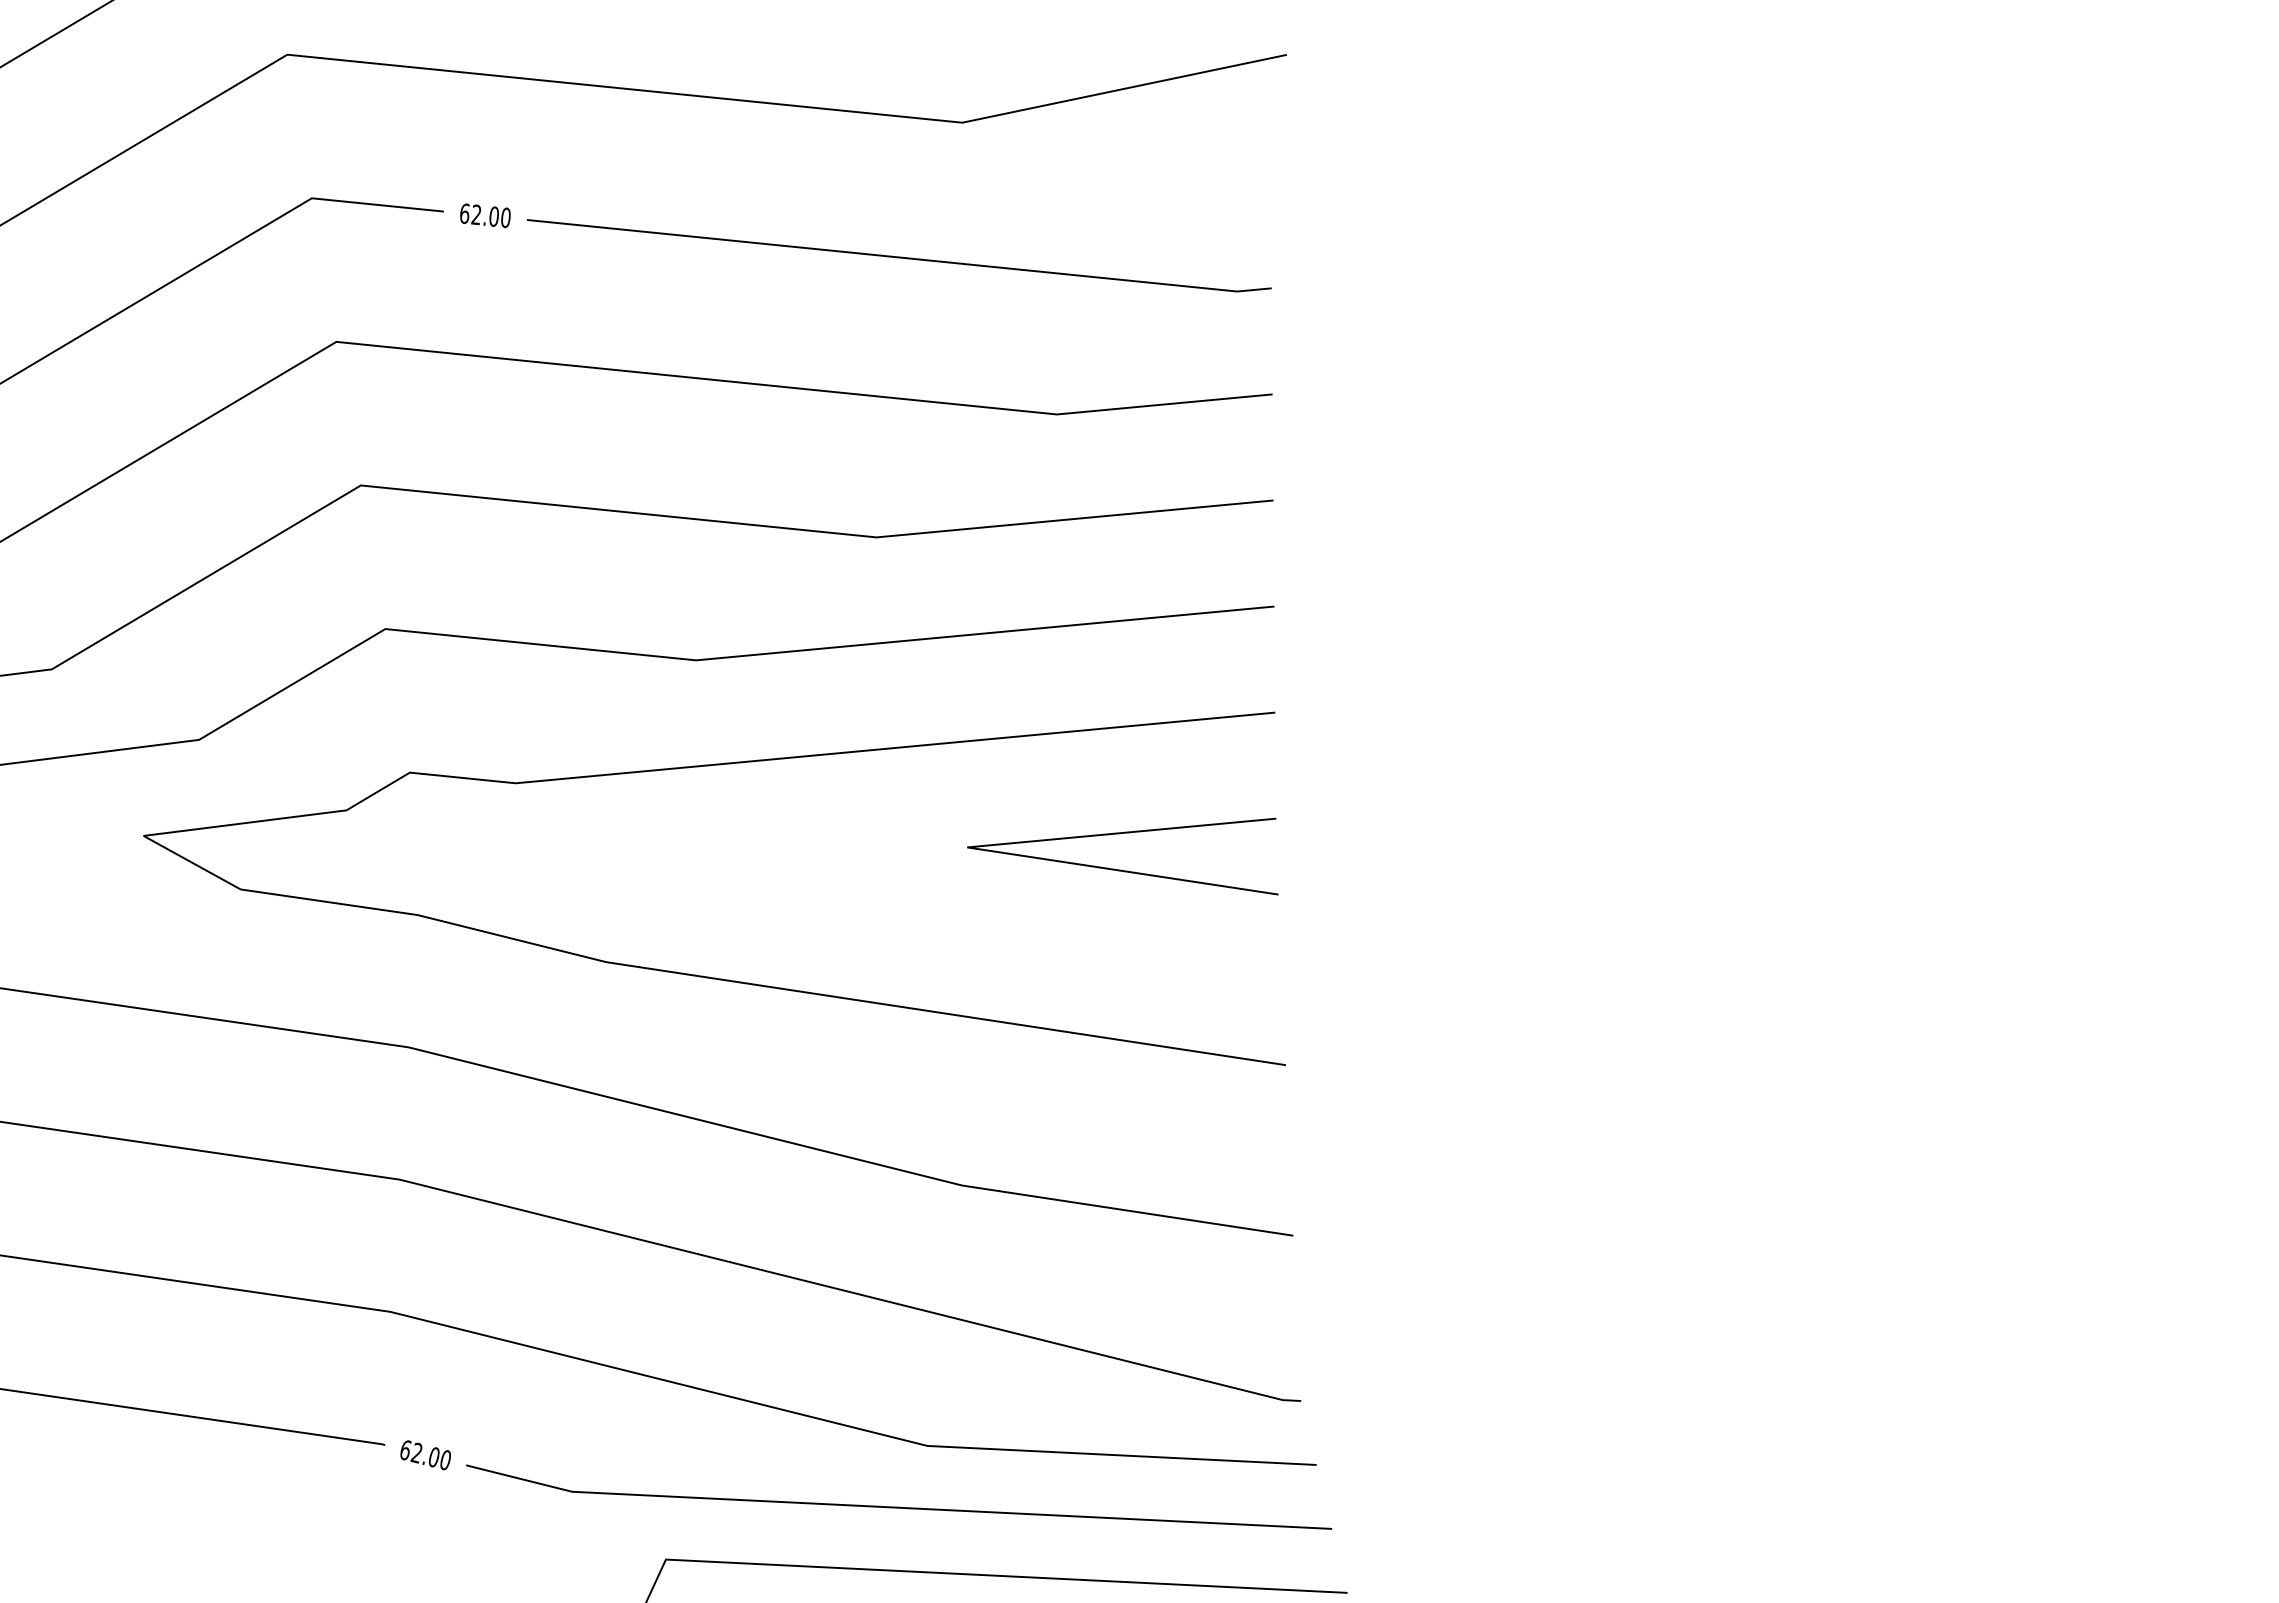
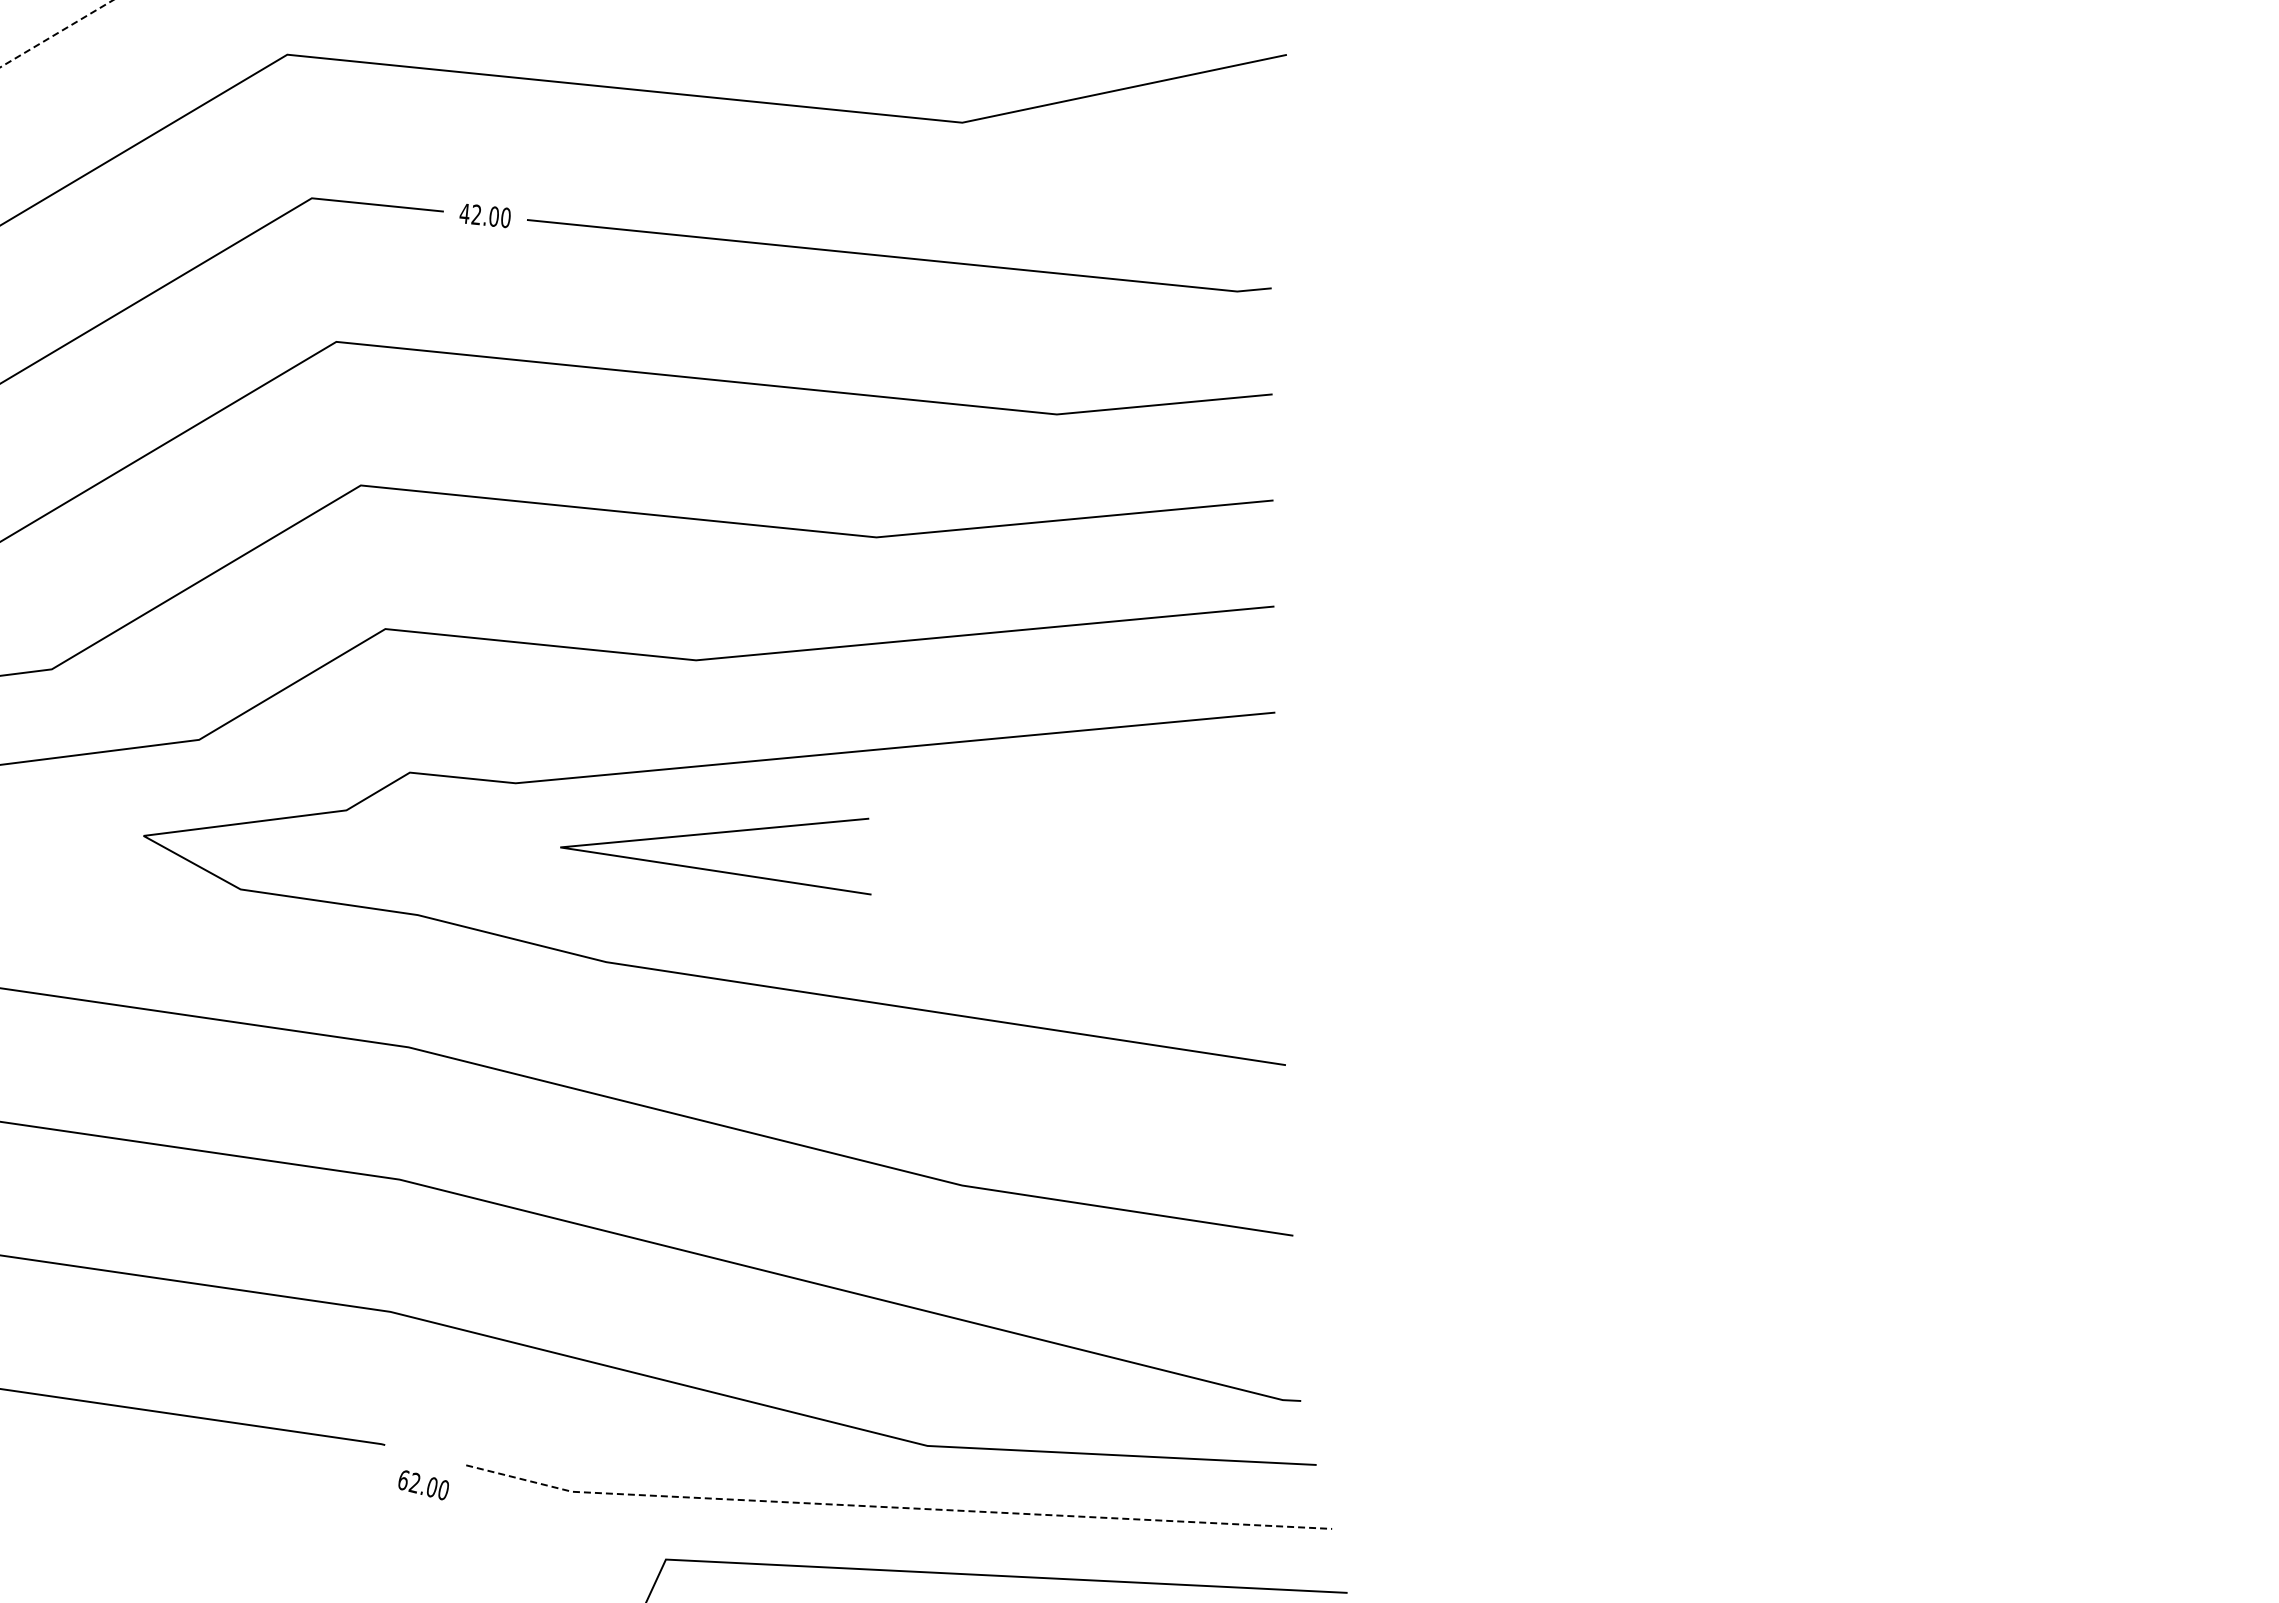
line at (56, 33): solid -> dashed
text at (464, 213): 62.00 -> 42.00
line at (1121, 869) position: (1121, 869) -> (714, 869)
text at (425, 1455) position: (425, 1455) -> (423, 1485)
line at (896, 1507): solid -> dashed
